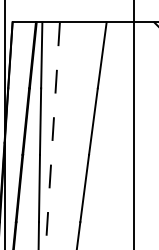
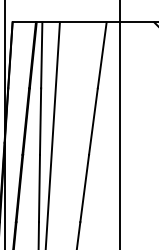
line at (133, 124) position: (133, 124) -> (119, 124)
line at (52, 136): dashed -> solid
